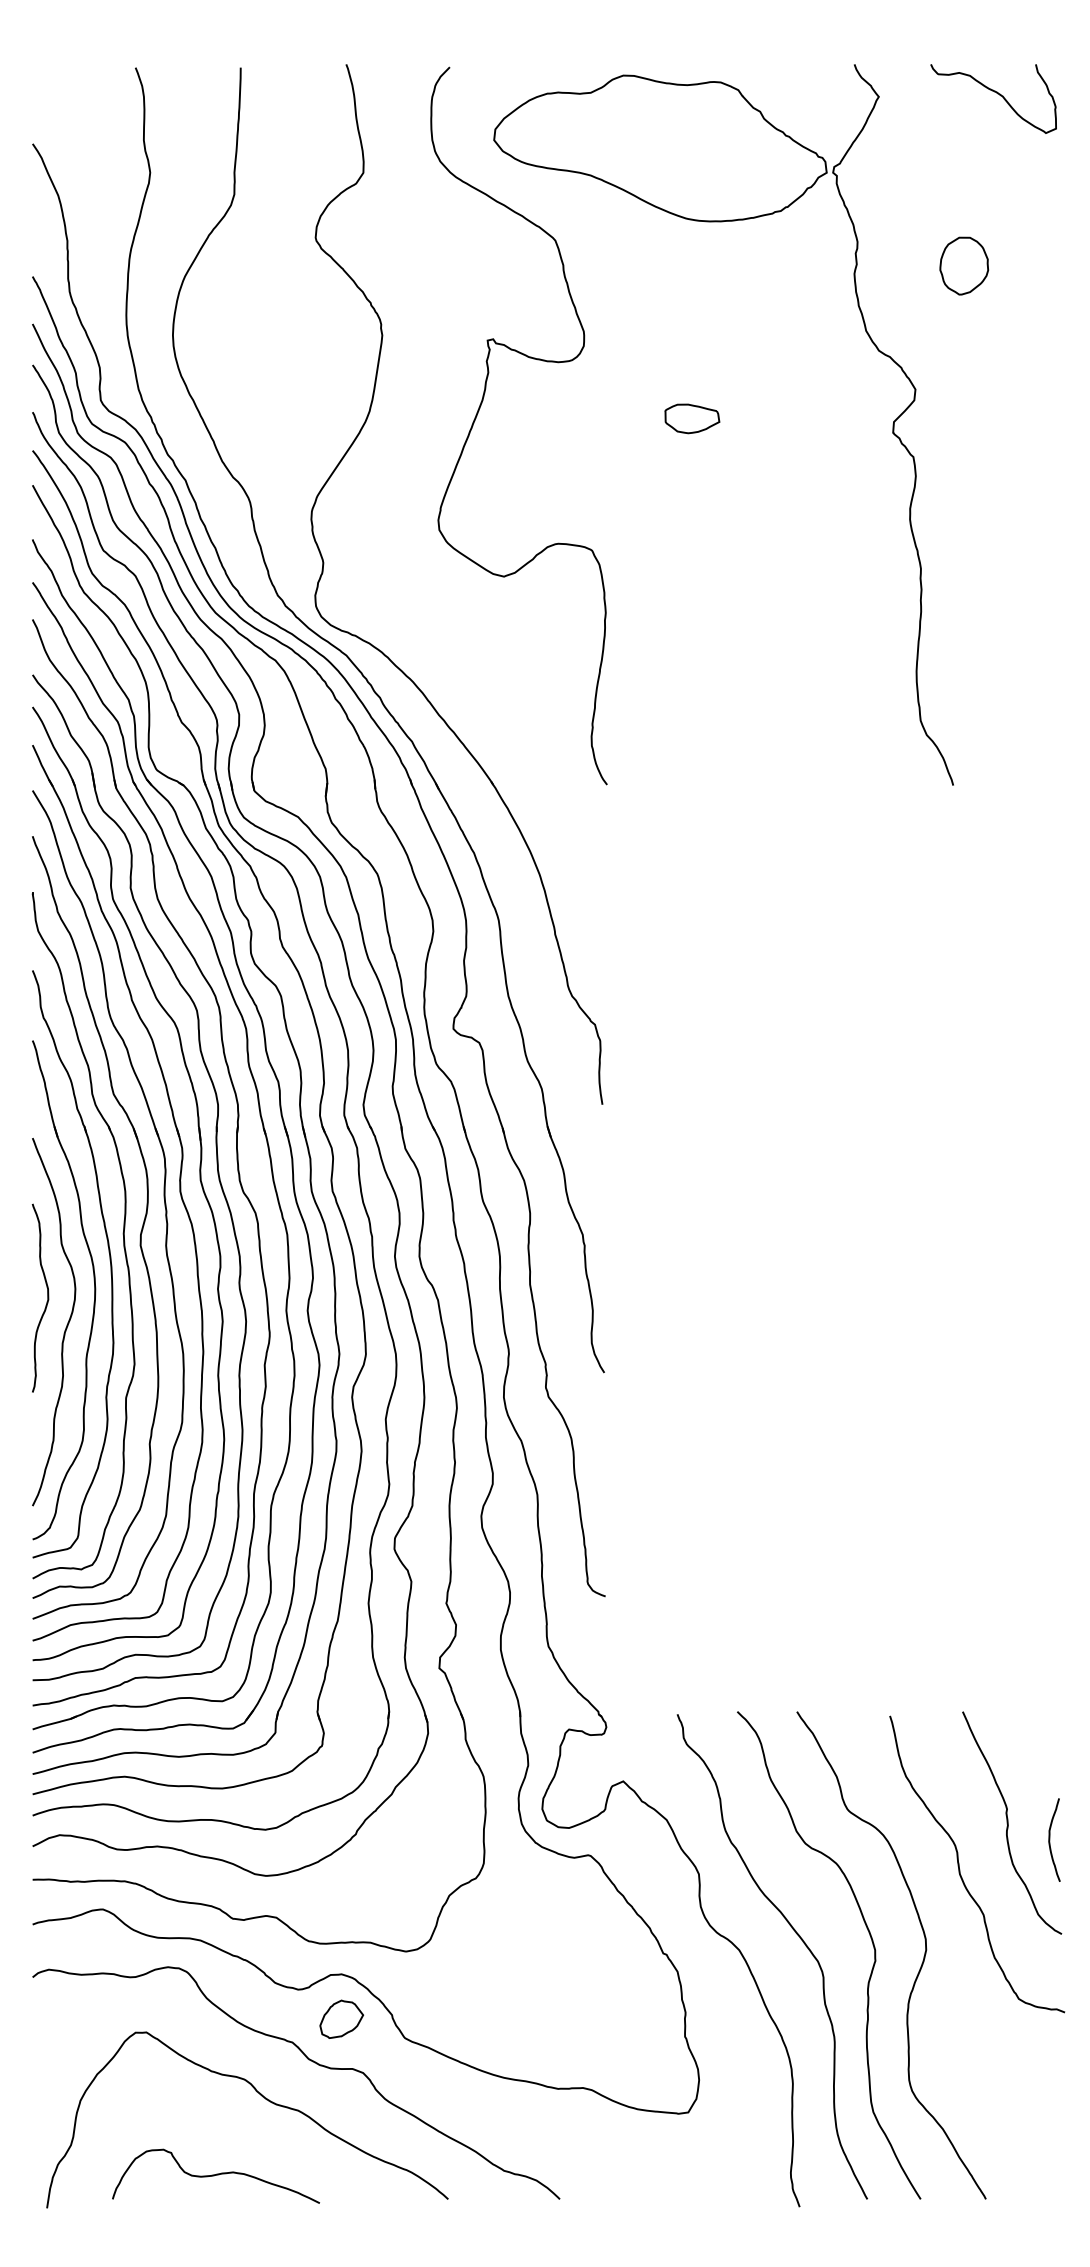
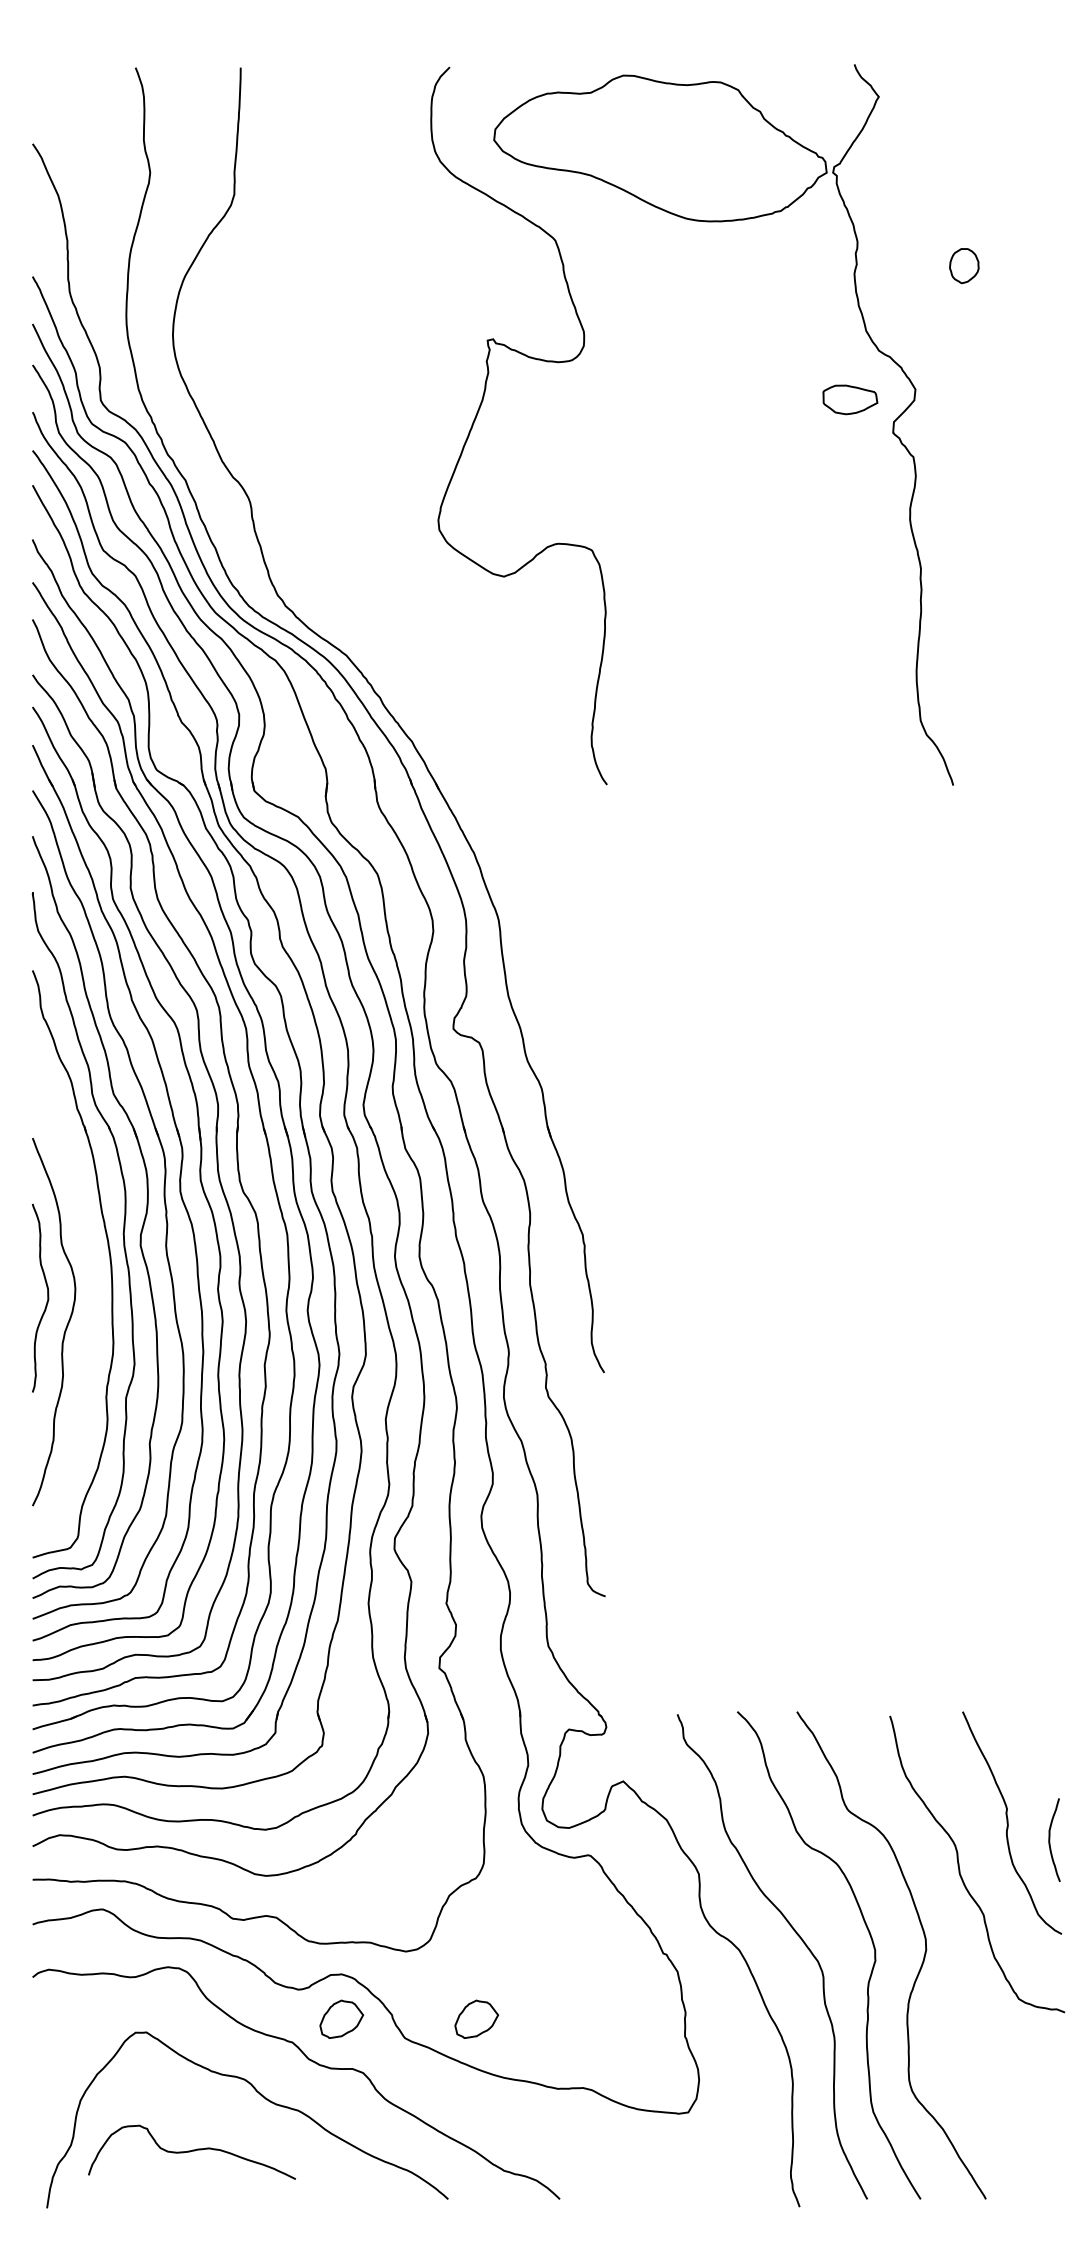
curve at (997, 94): present -> none
part at (964, 265) size: 51x60 px -> 31x37 px
part at (692, 418) position: (692, 418) -> (850, 399)
part at (388, 656): present -> none
part at (94, 1290): present -> none
part at (476, 2018): none -> present
curve at (215, 2175) position: (215, 2175) -> (191, 2151)
